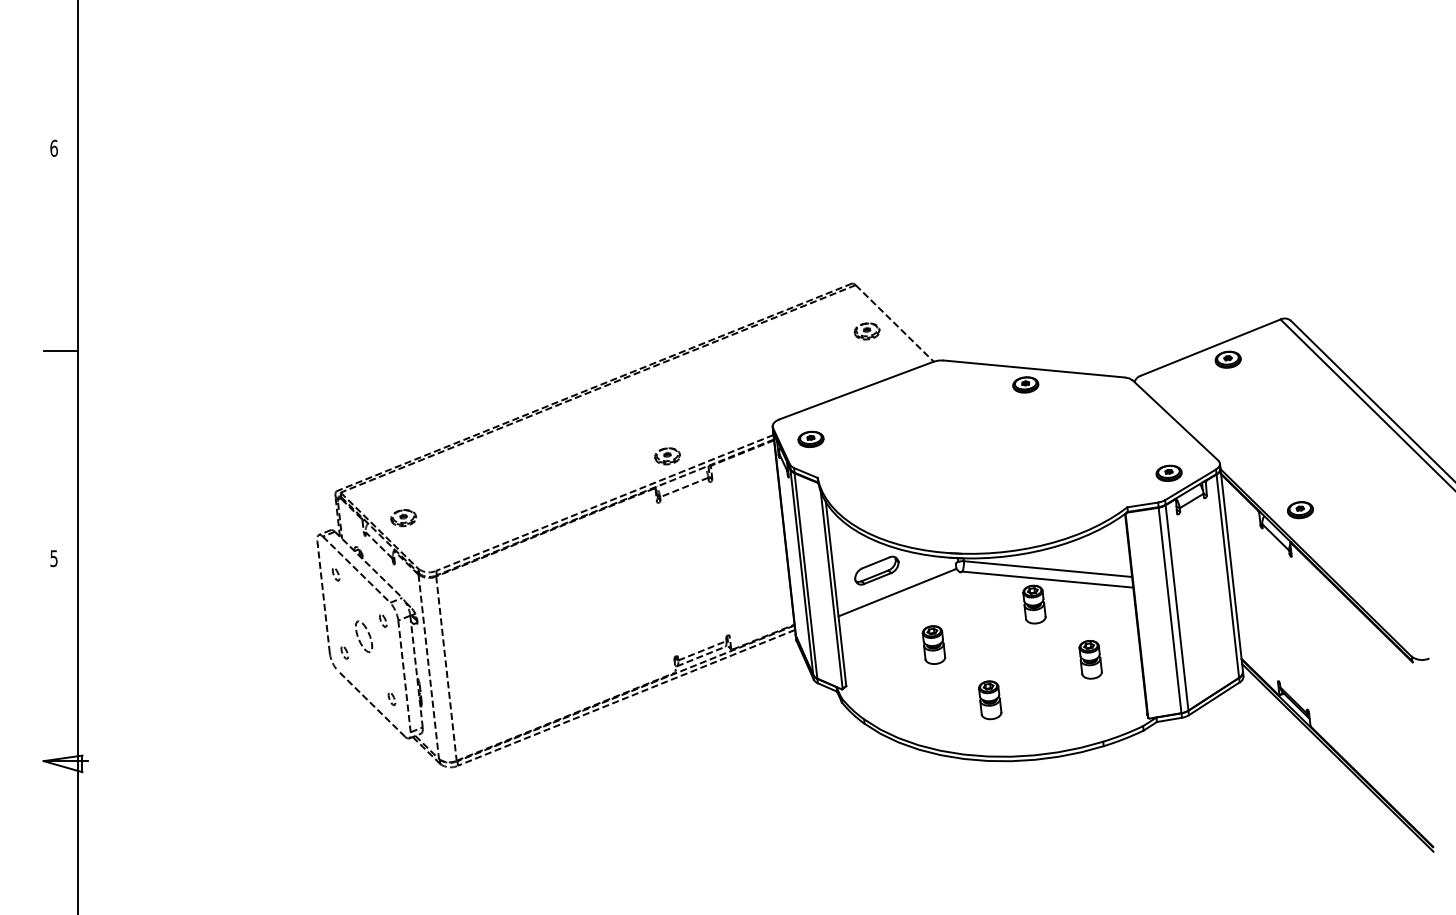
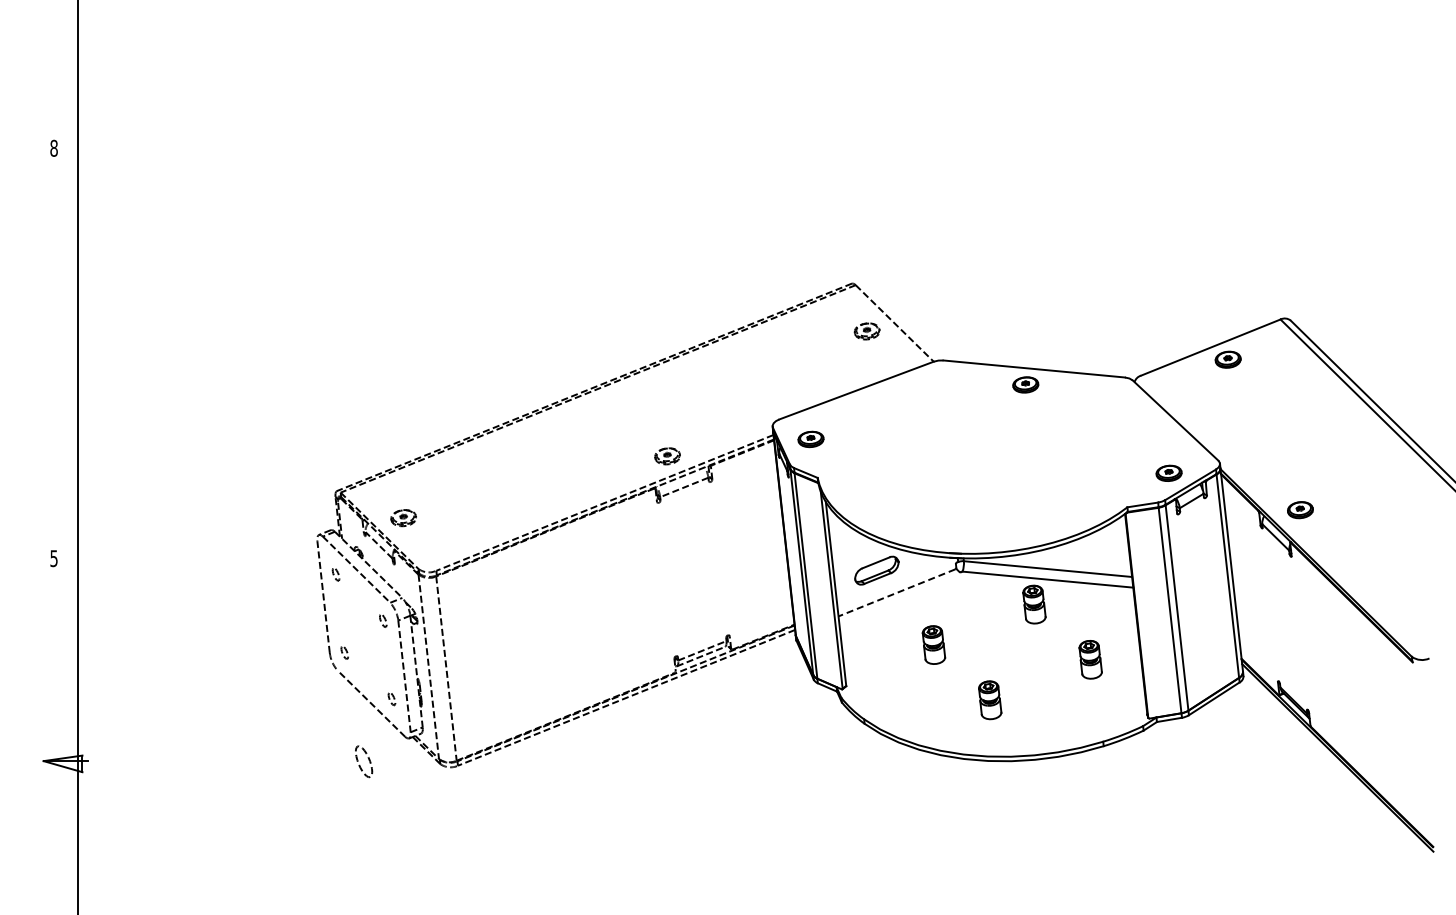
text at (53, 147): 6 -> 8
line at (59, 350): present -> none
line at (896, 592): solid -> dashed
part at (364, 636) position: (364, 636) -> (364, 761)
